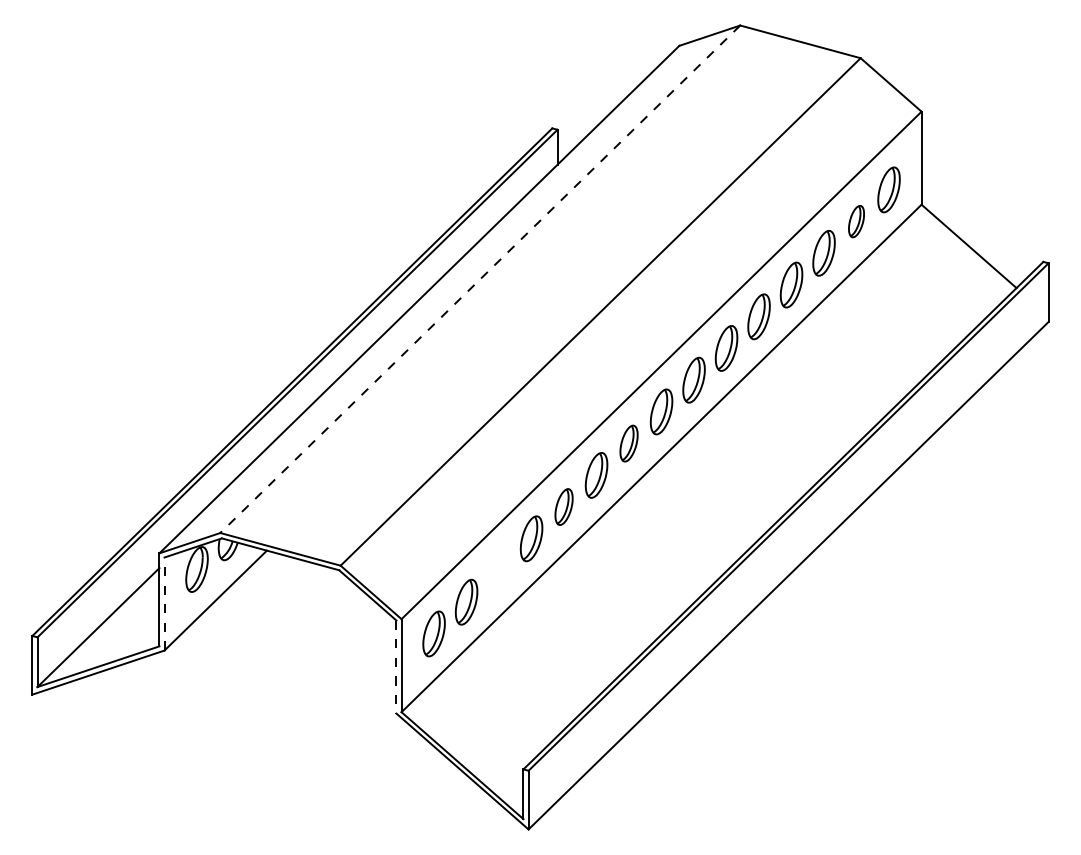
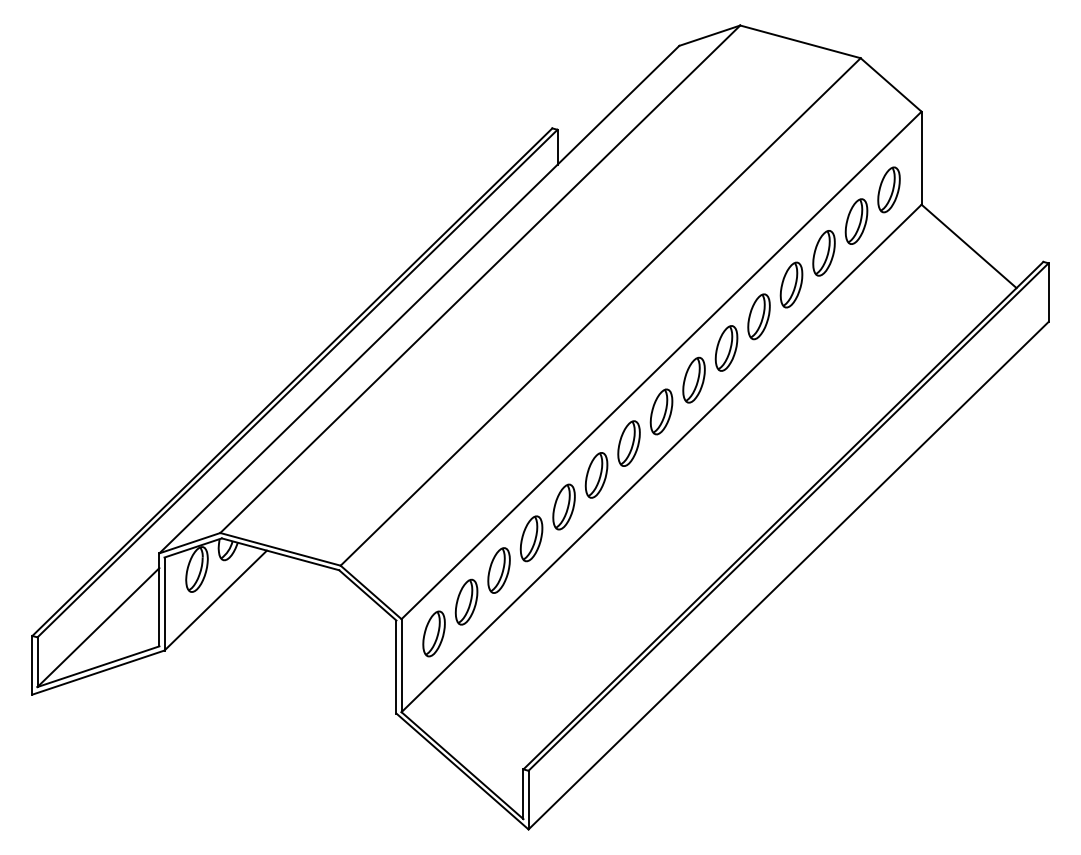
part at (856, 221) size: 17x34 px -> 25x47 px
line at (479, 279): dashed -> solid
part at (628, 443) size: 20x39 px -> 24x47 px
part at (563, 506) size: 20x38 px -> 24x48 px
part at (498, 570): none -> present
line at (164, 604): dashed -> solid
line at (396, 667): dashed -> solid
